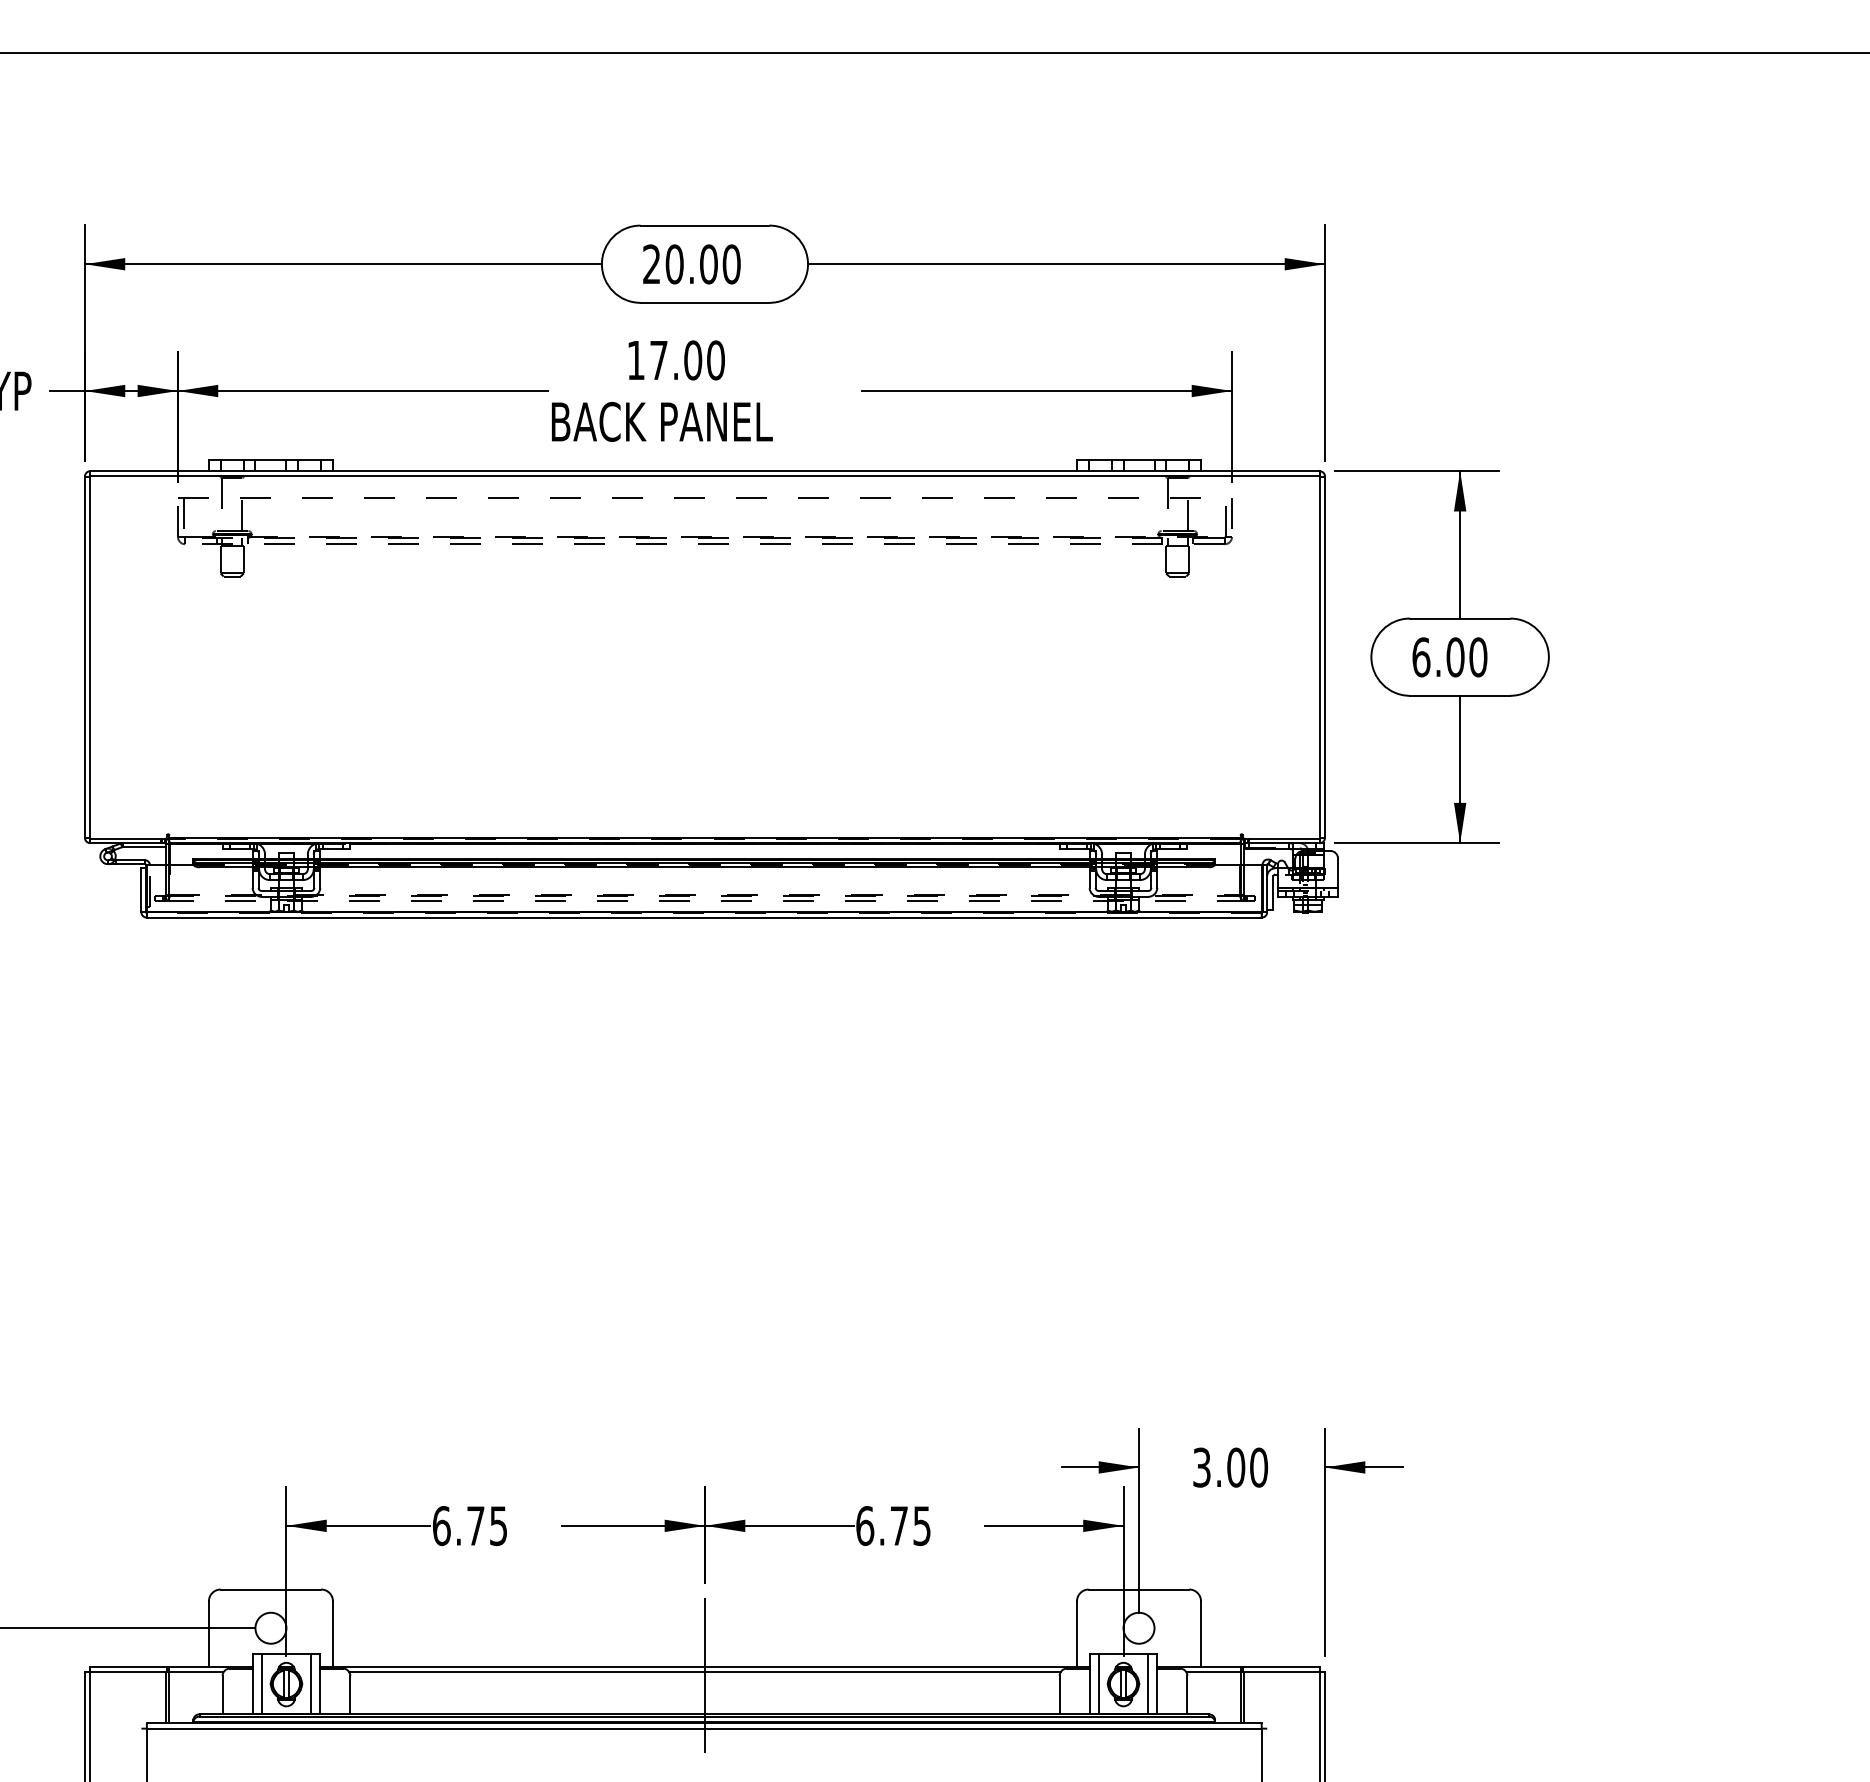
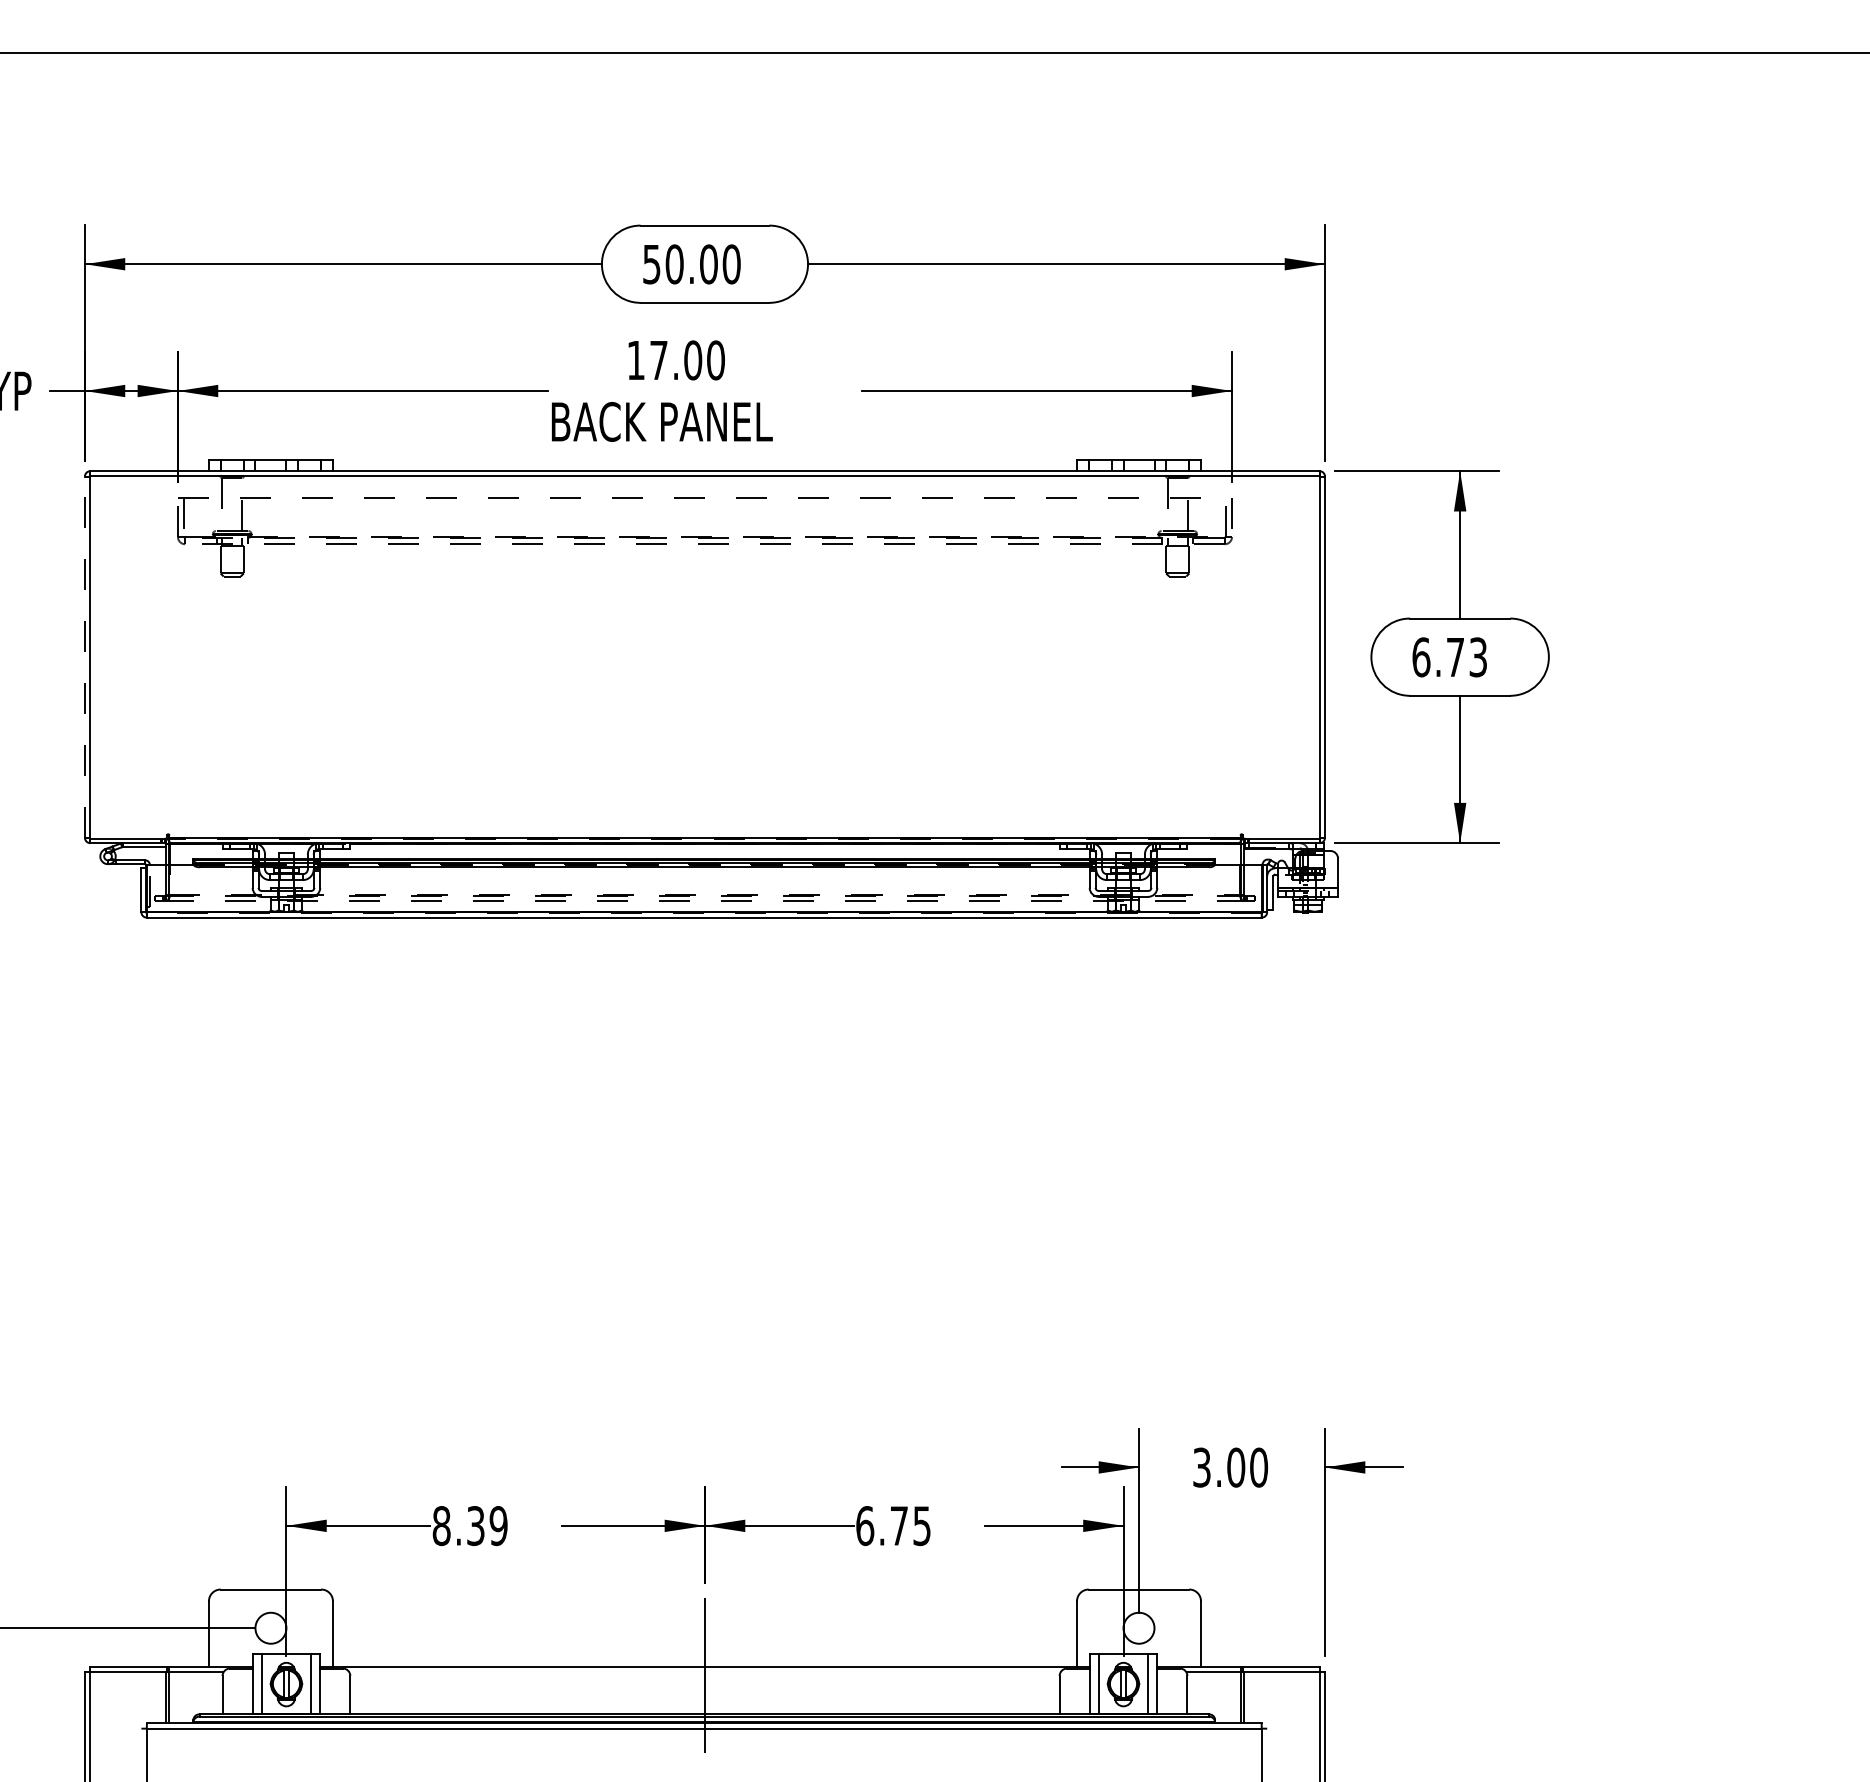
text at (651, 264): 20.00 -> 50.00
line at (84, 657): solid -> dashed
text at (1466, 657): 6.00 -> 6.73
text at (469, 1526): 6.75 -> 8.39
line at (704, 1672): present -> none
